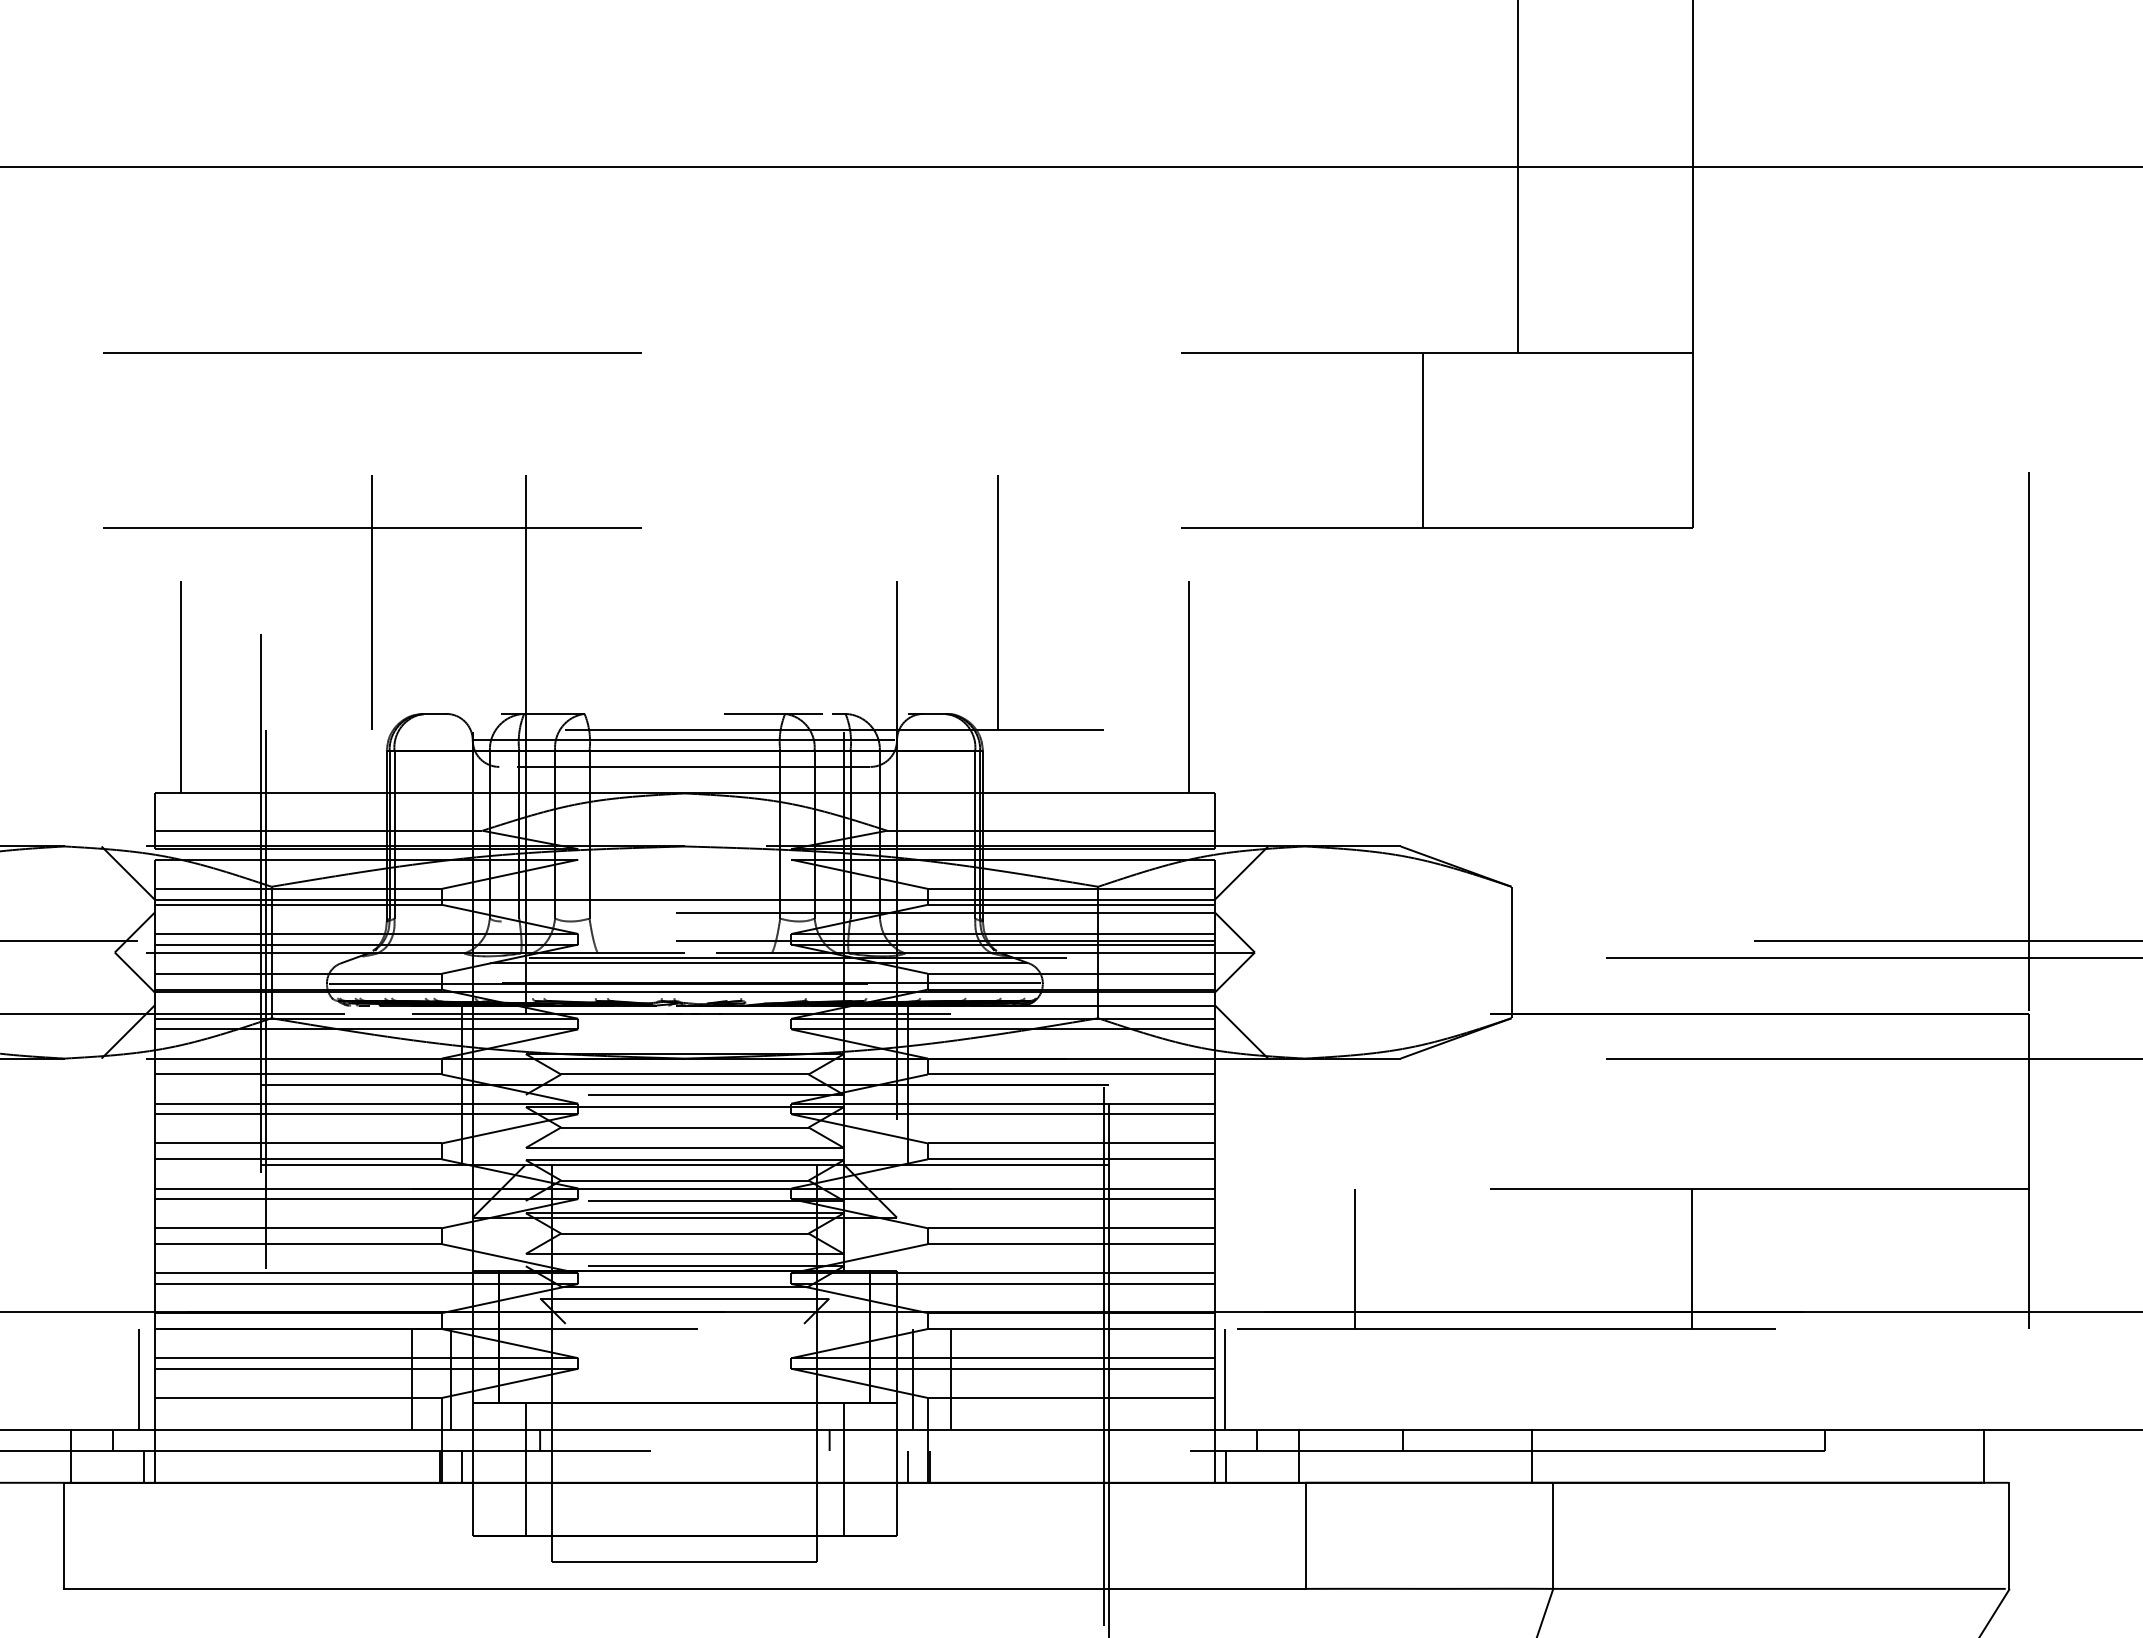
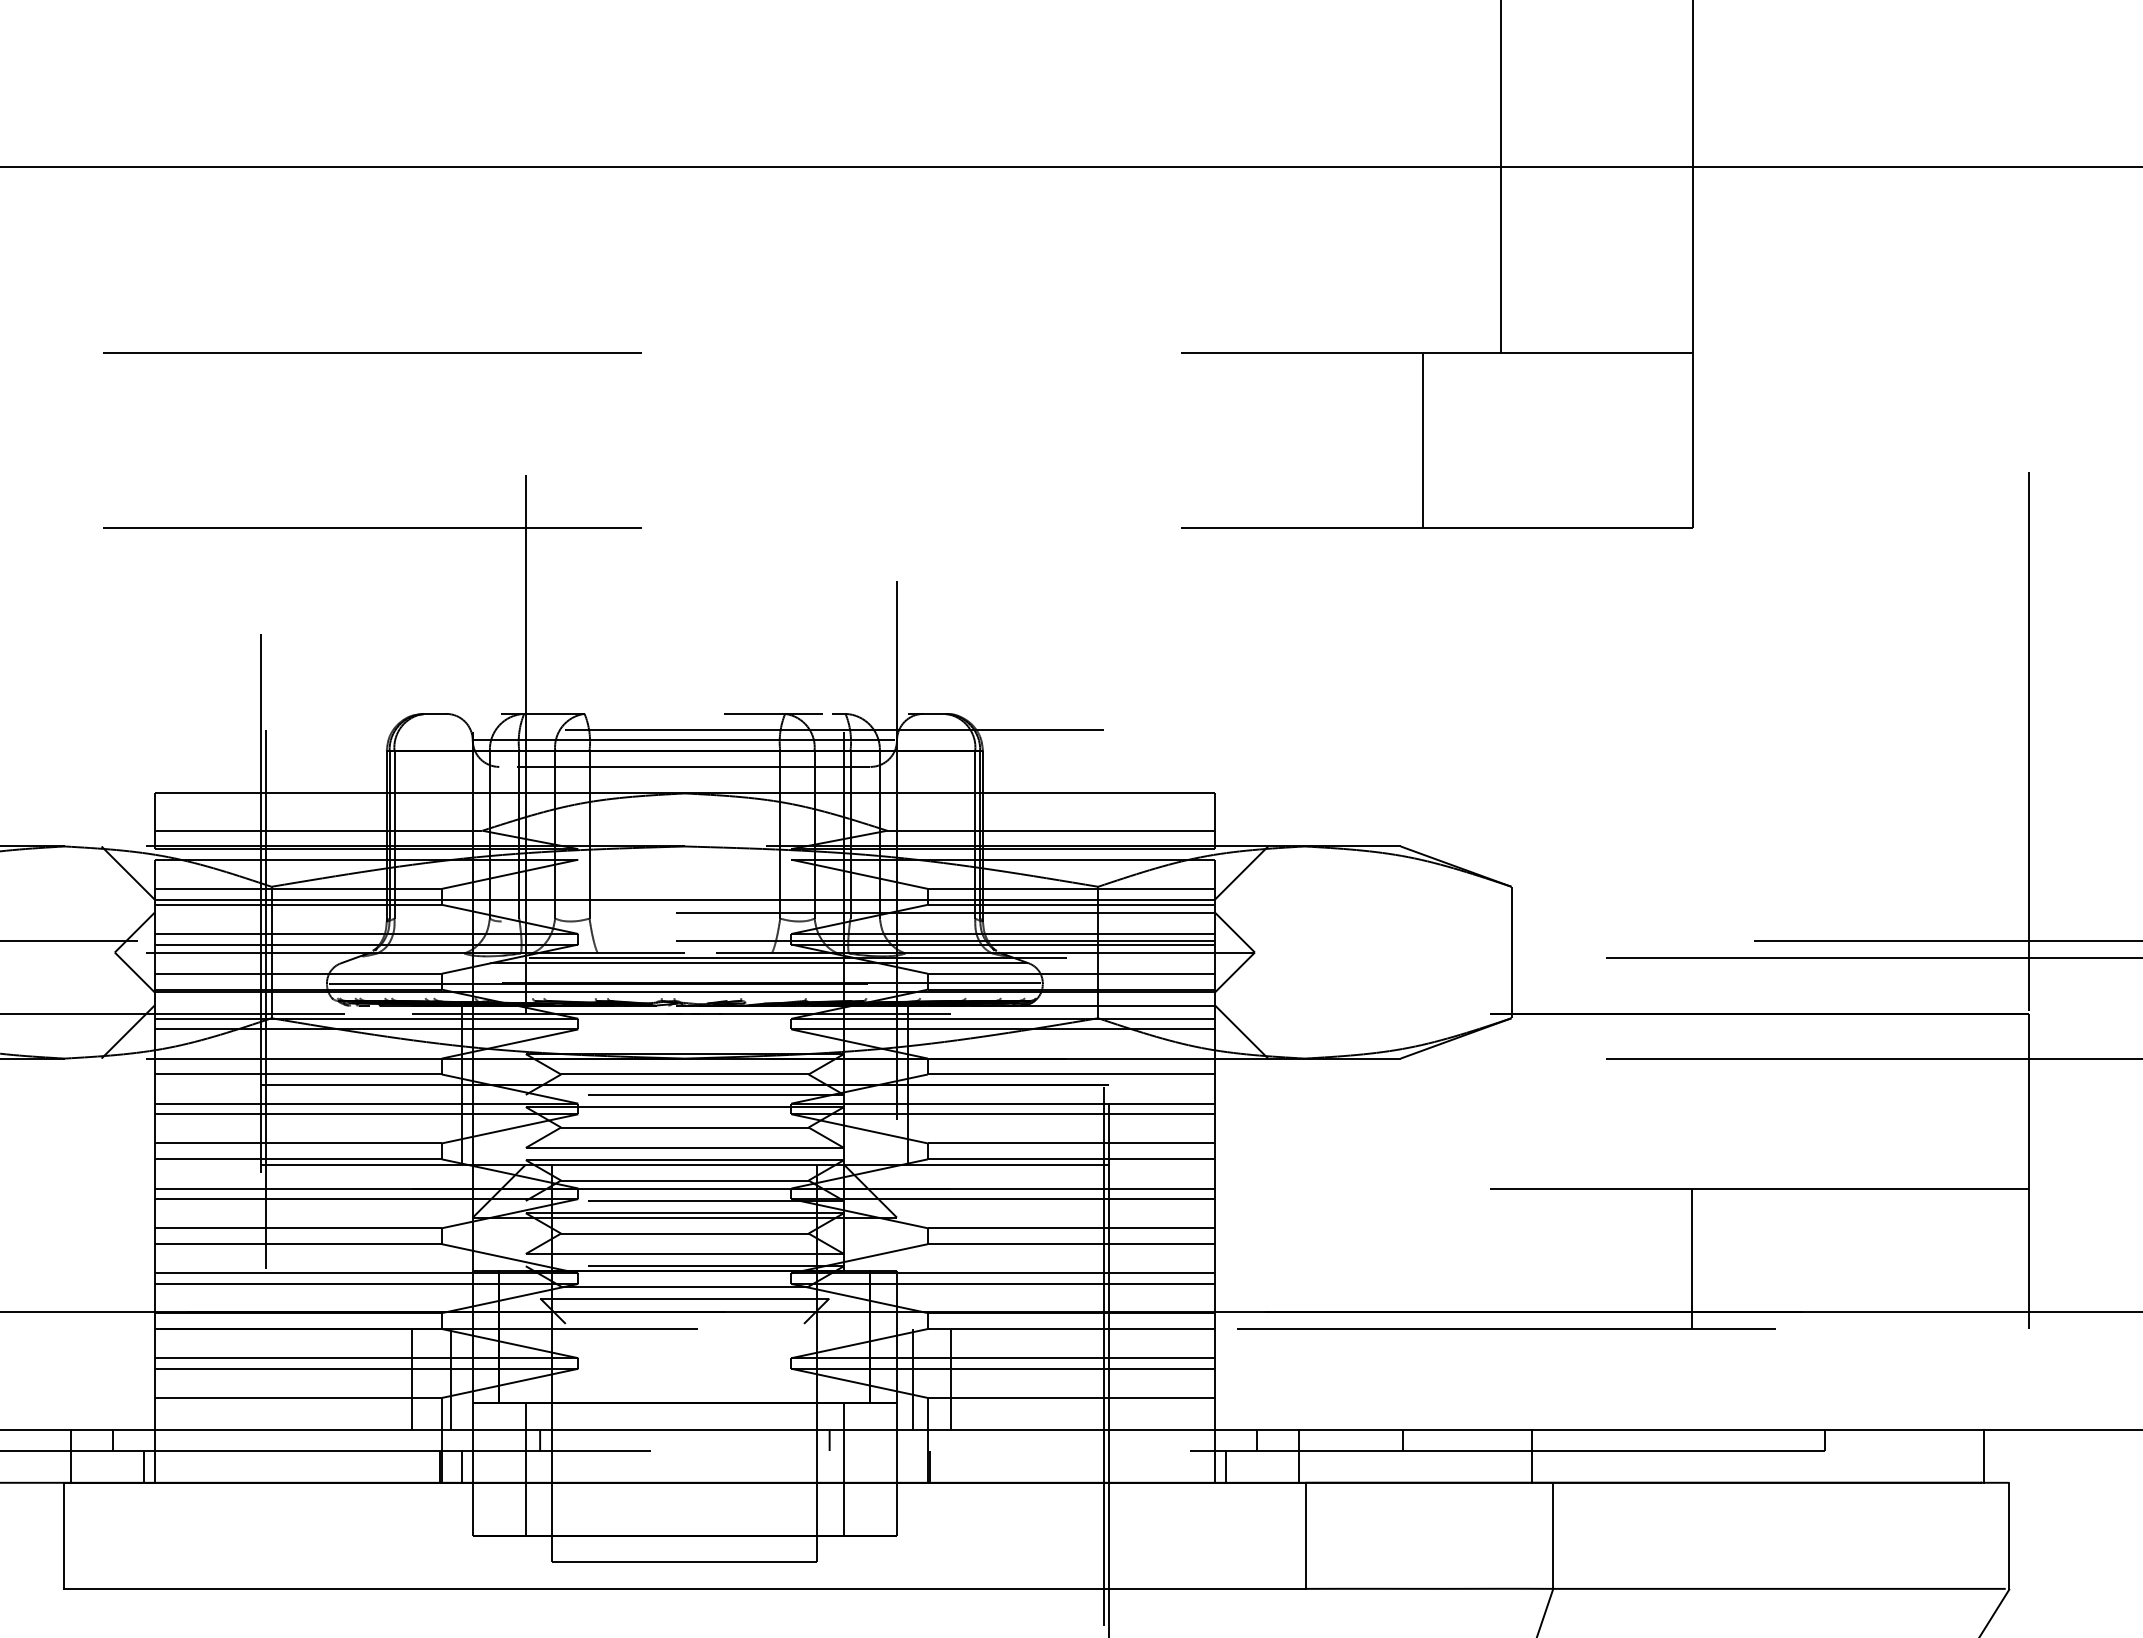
line at (1517, 177) position: (1517, 177) -> (1500, 177)
line at (372, 602): present -> none
line at (997, 602): present -> none
line at (181, 687): present -> none
line at (1188, 687): present -> none
line at (1355, 1259): present -> none
line at (138, 1379): present -> none
line at (1224, 1379): present -> none
line at (907, 1466): present -> none
